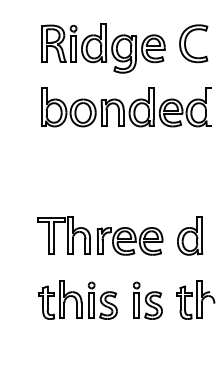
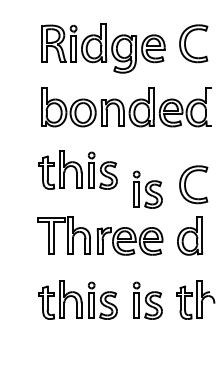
part at (77, 169): none -> present
part at (186, 182): none -> present
part at (147, 189): none -> present
